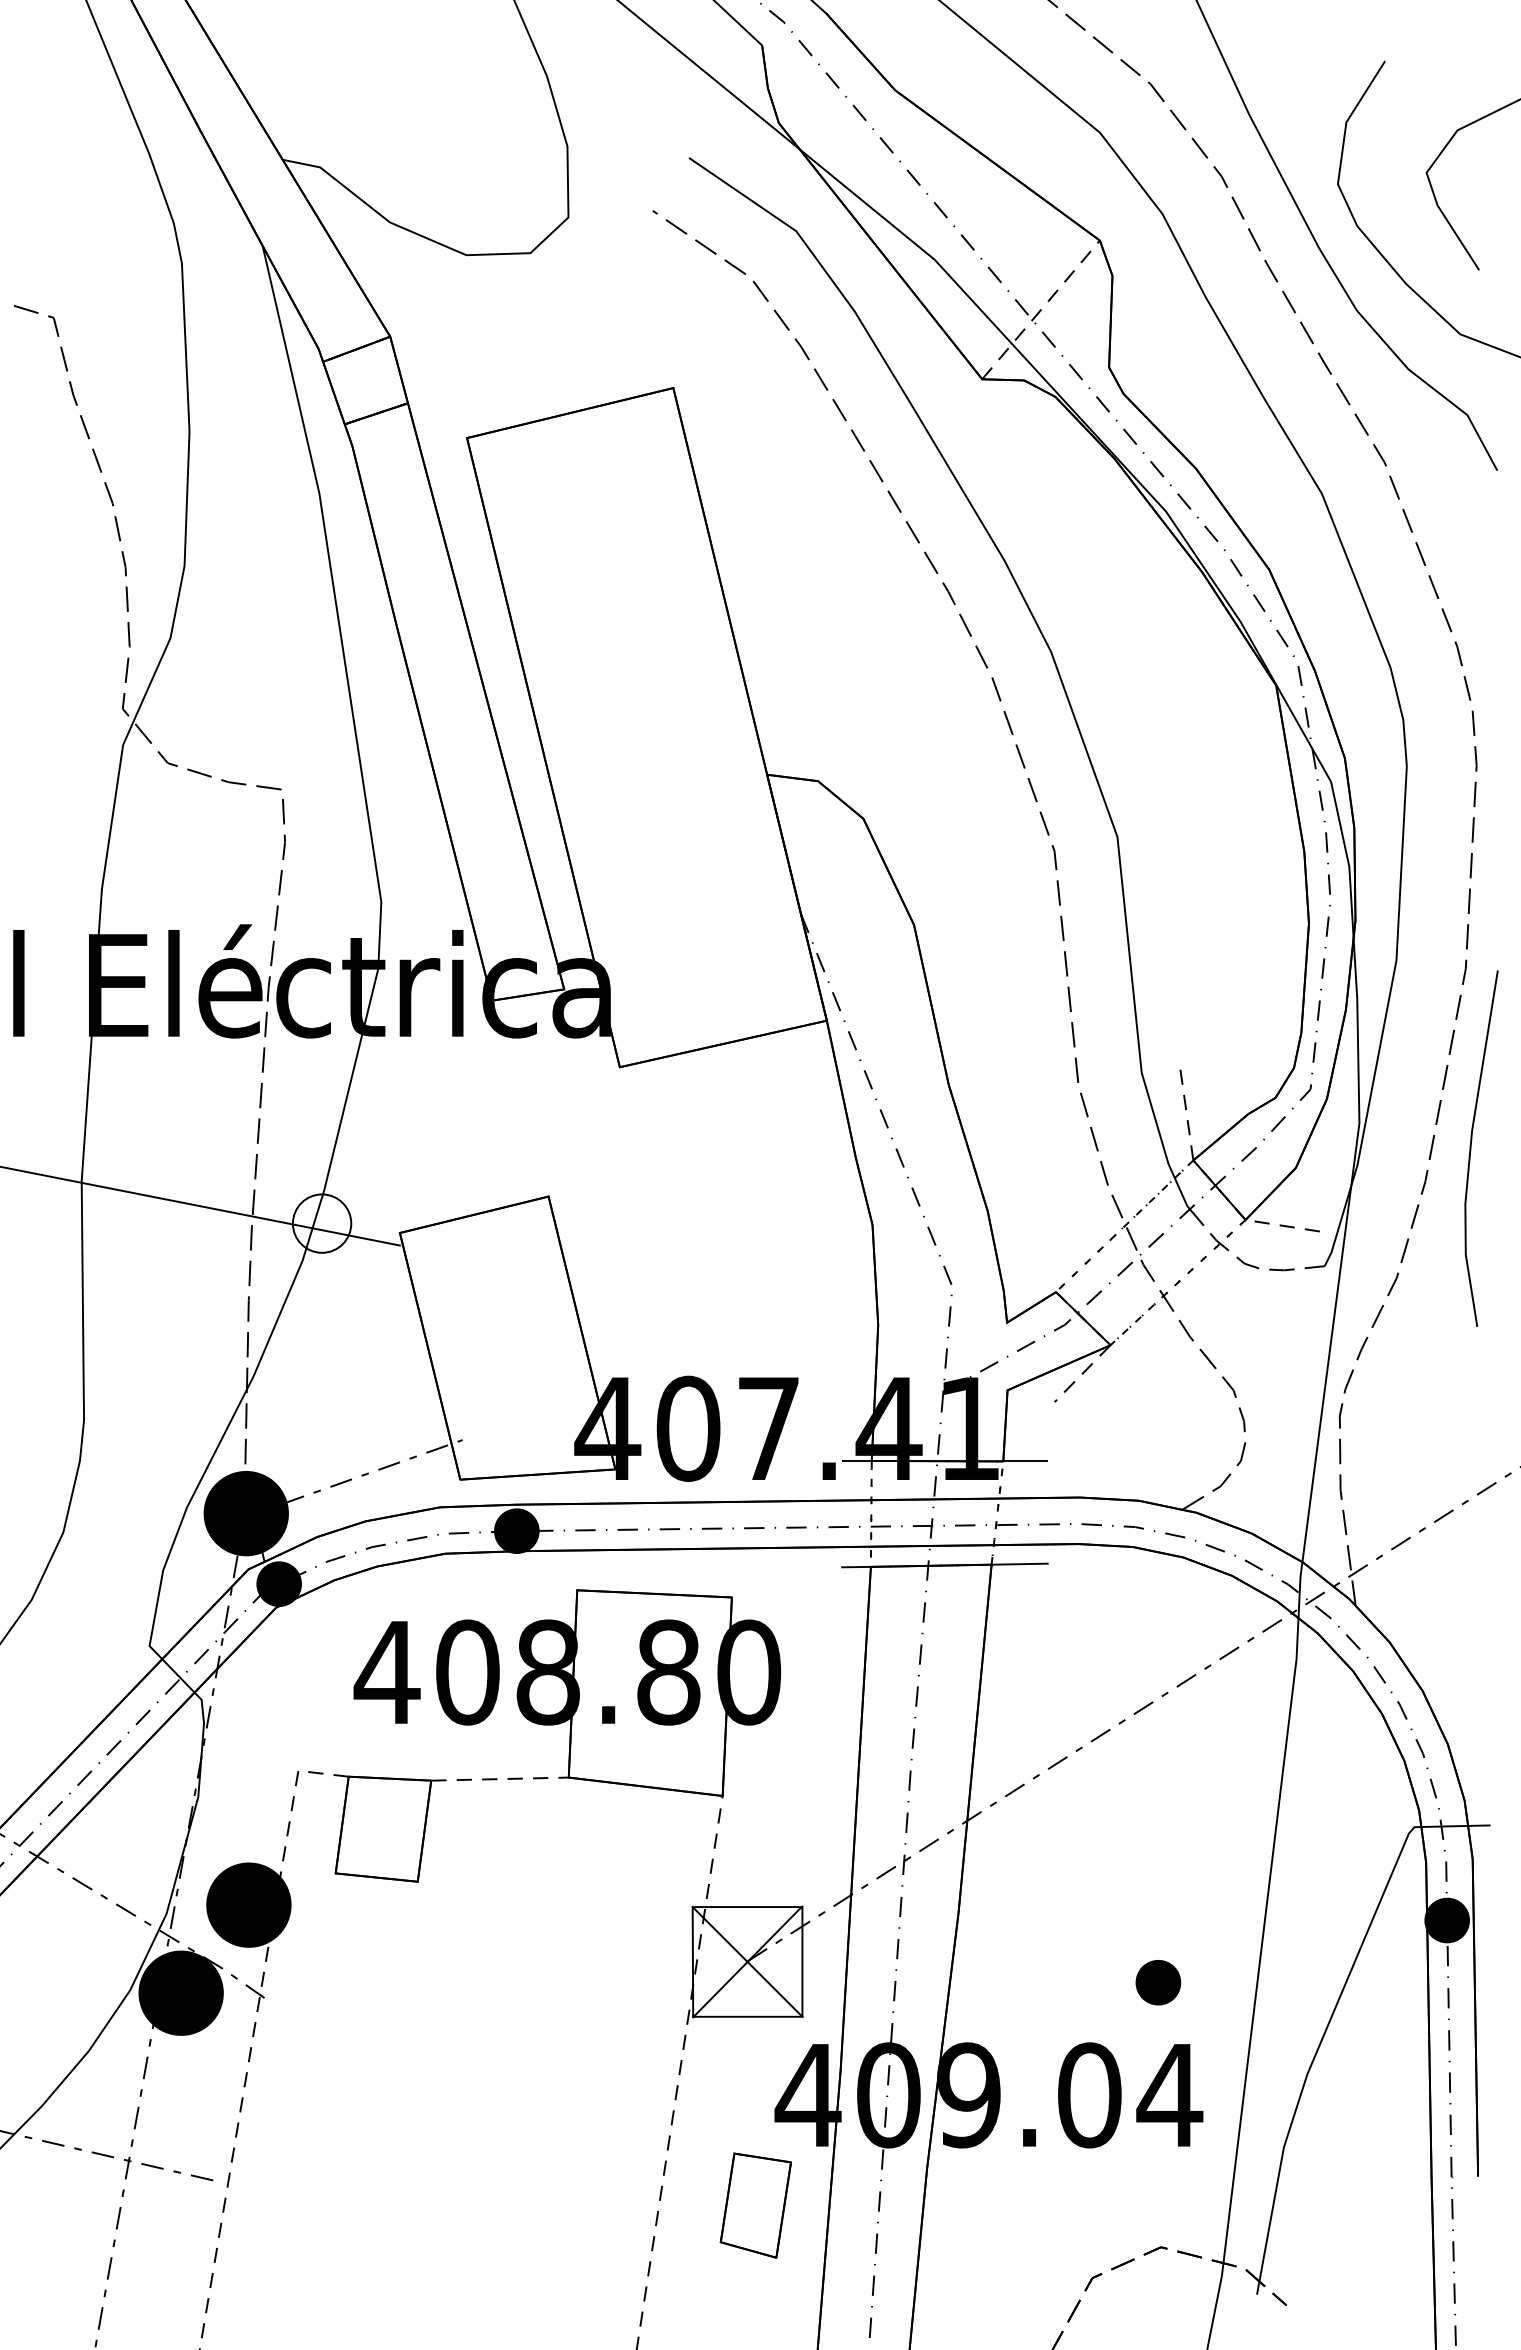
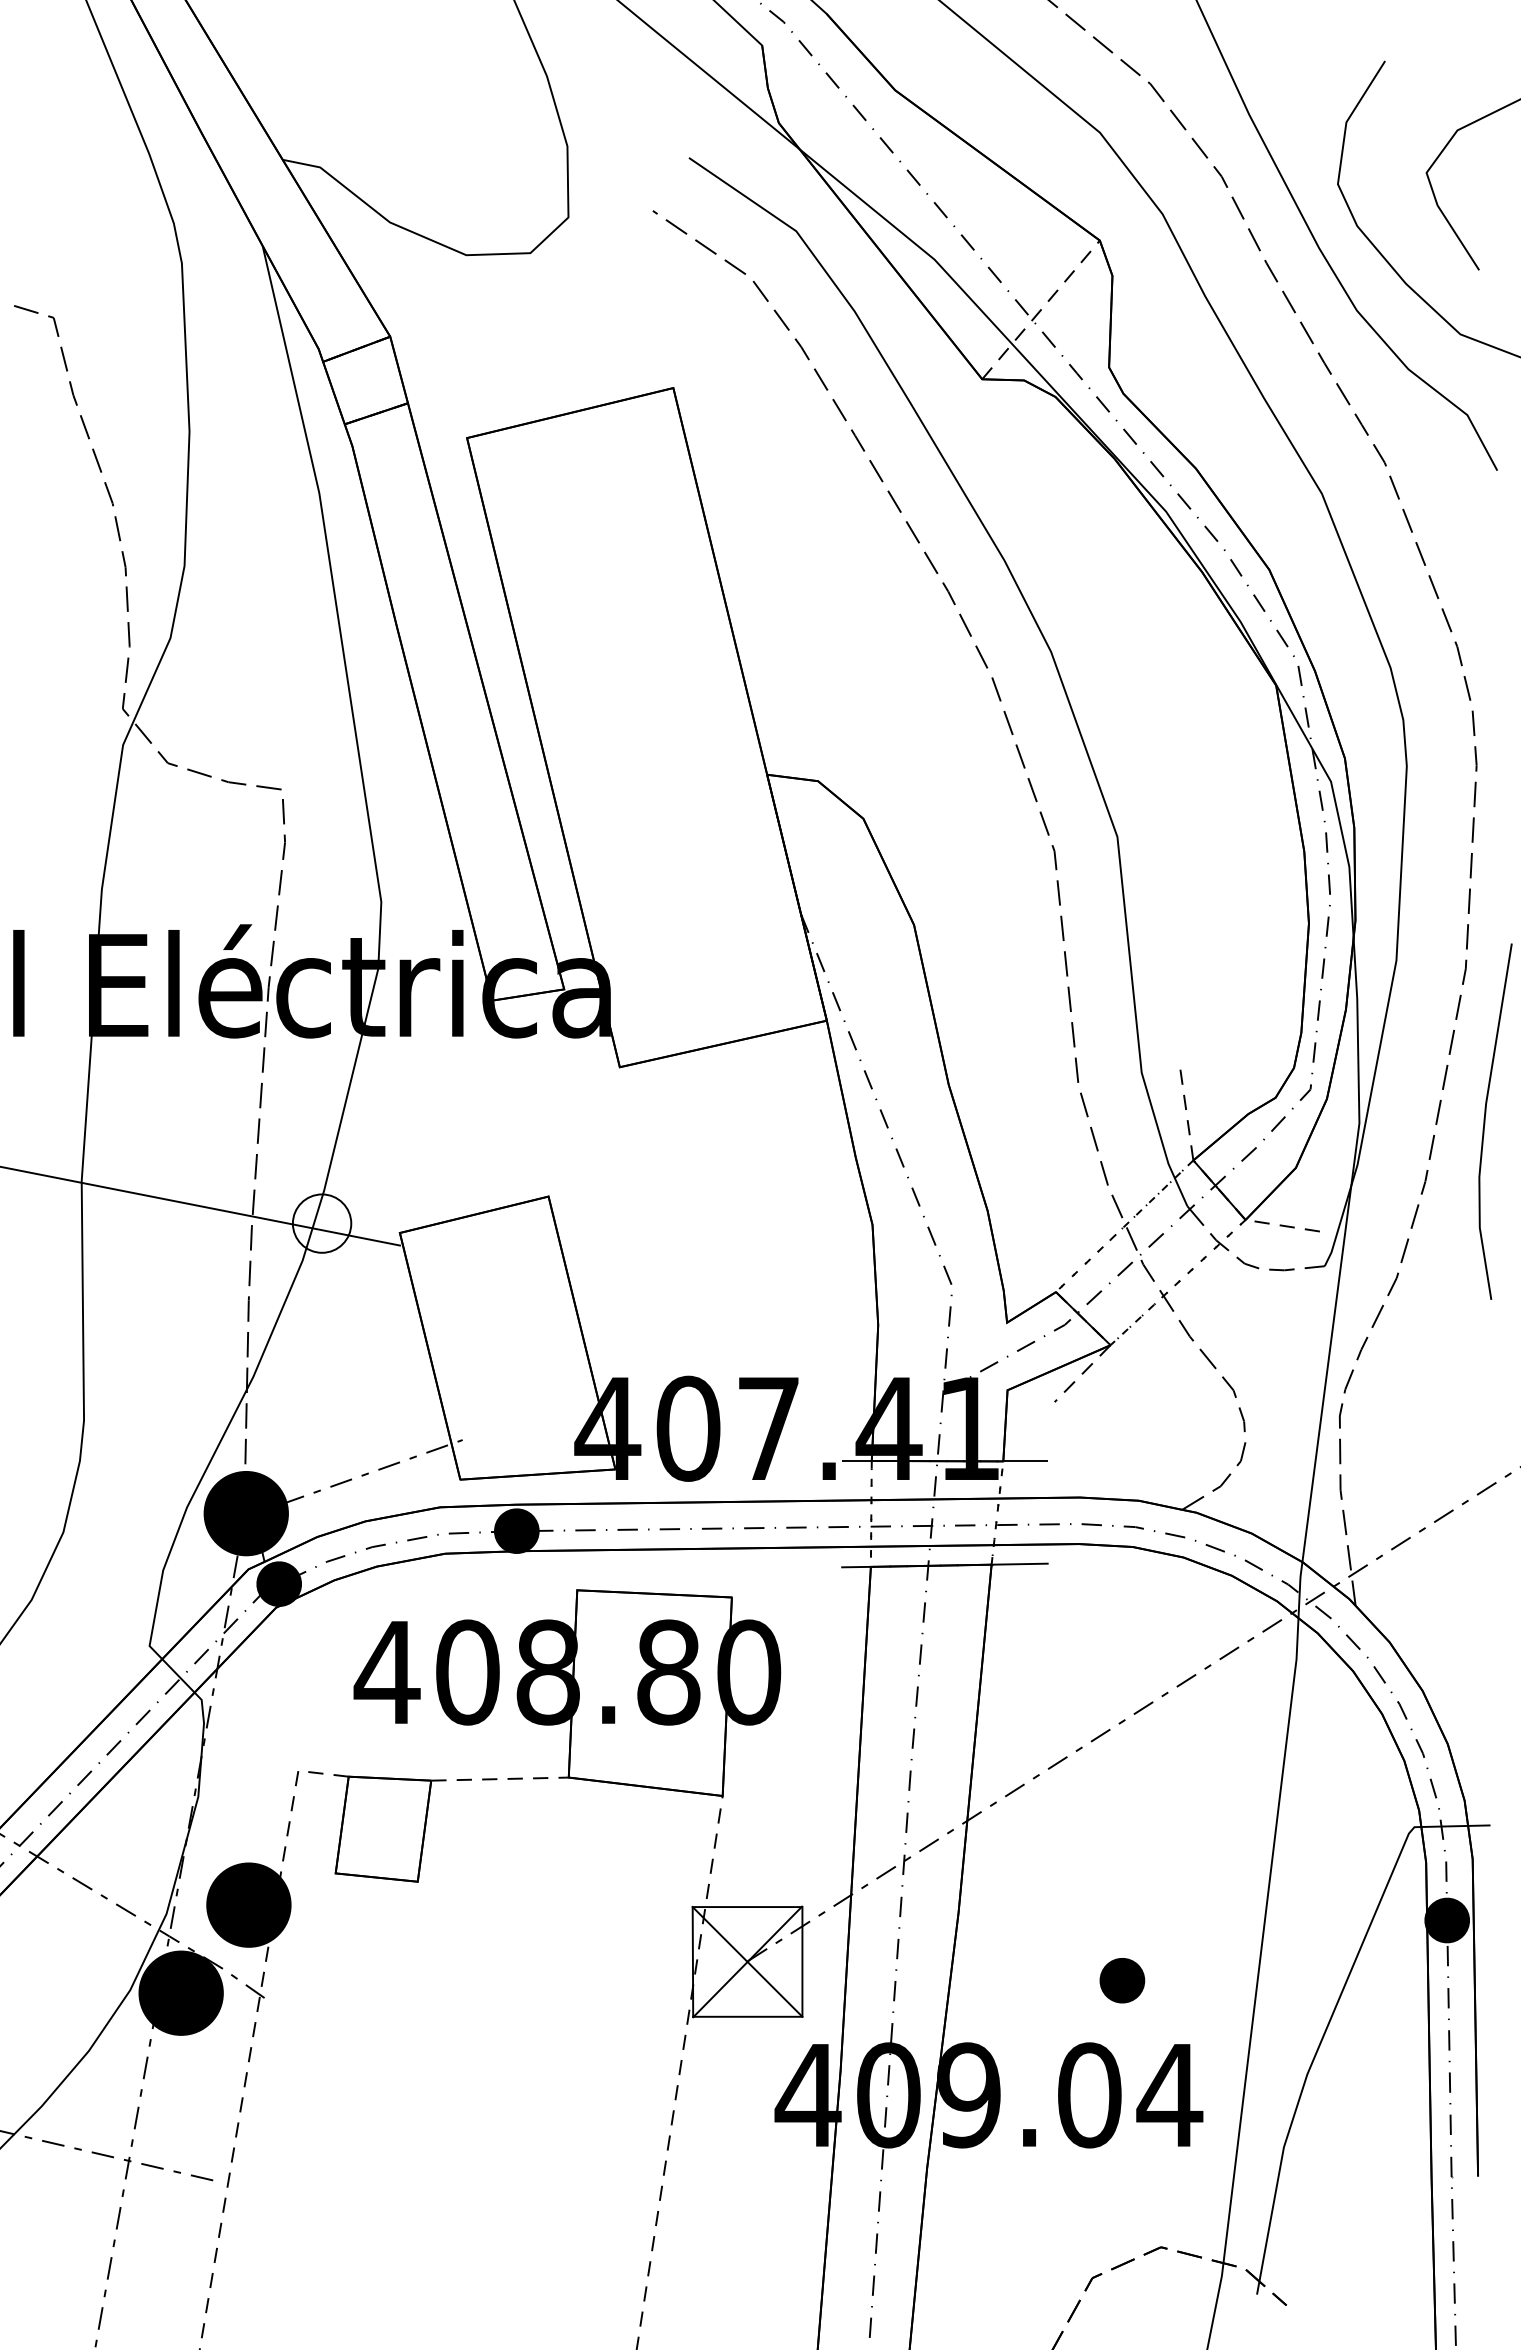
line at (1471, 1148) position: (1471, 1148) -> (1485, 1121)
part at (1158, 1982) position: (1158, 1982) -> (1122, 1980)
part at (755, 2205): present -> none
